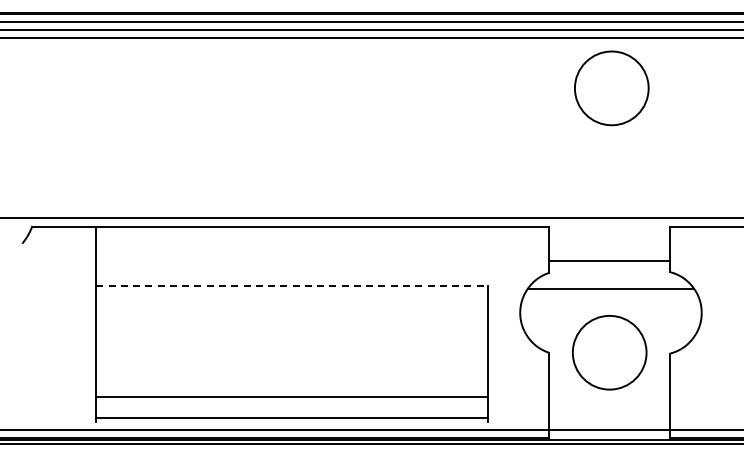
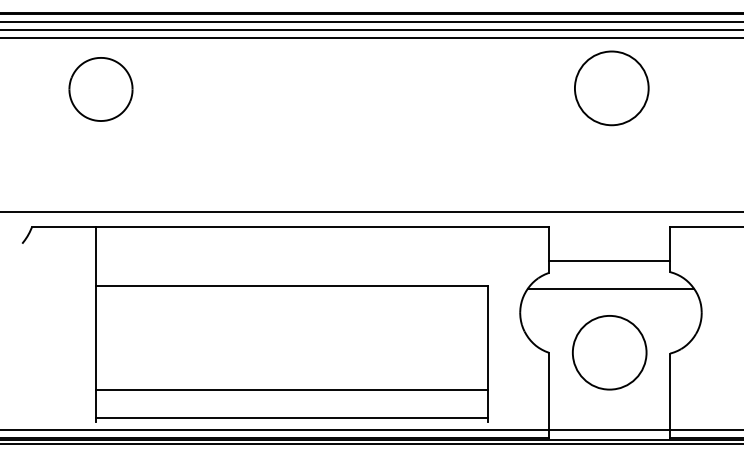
part at (100, 89): none -> present
line at (371, 217) position: (371, 217) -> (371, 211)
line at (292, 286): dashed -> solid
line at (292, 396) position: (292, 396) -> (292, 389)
